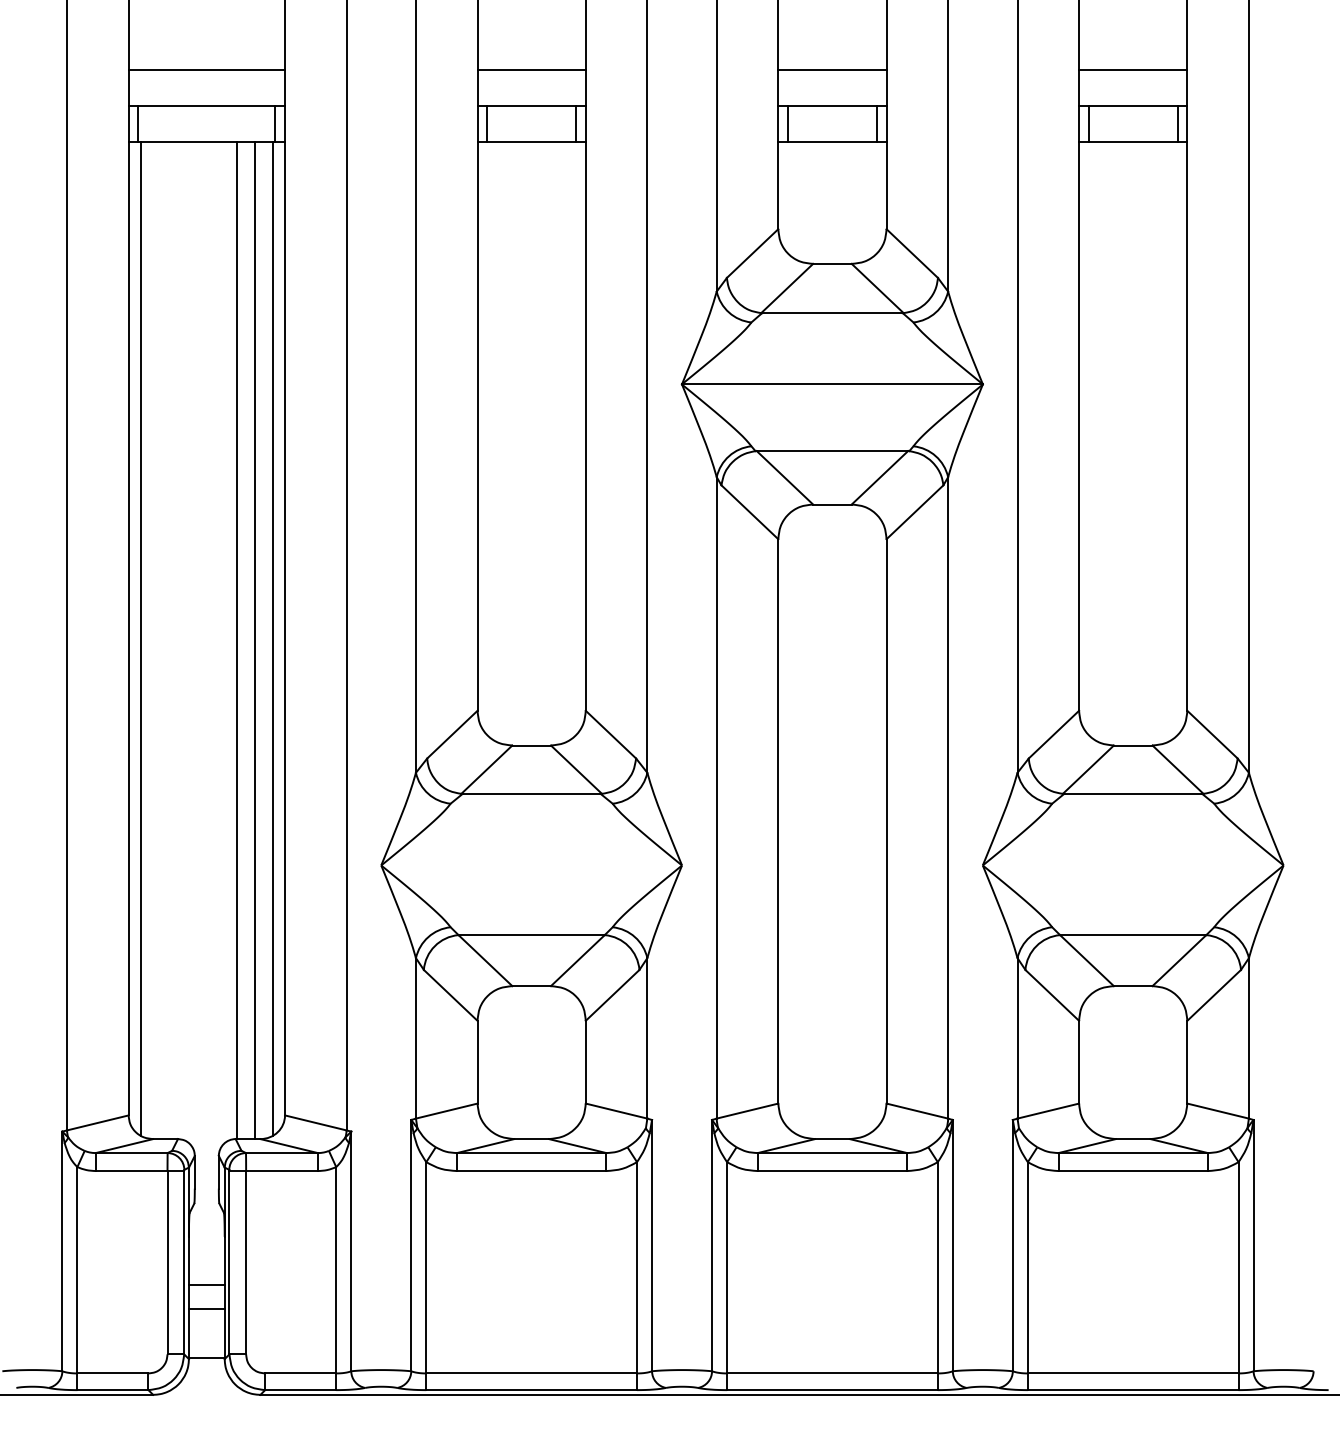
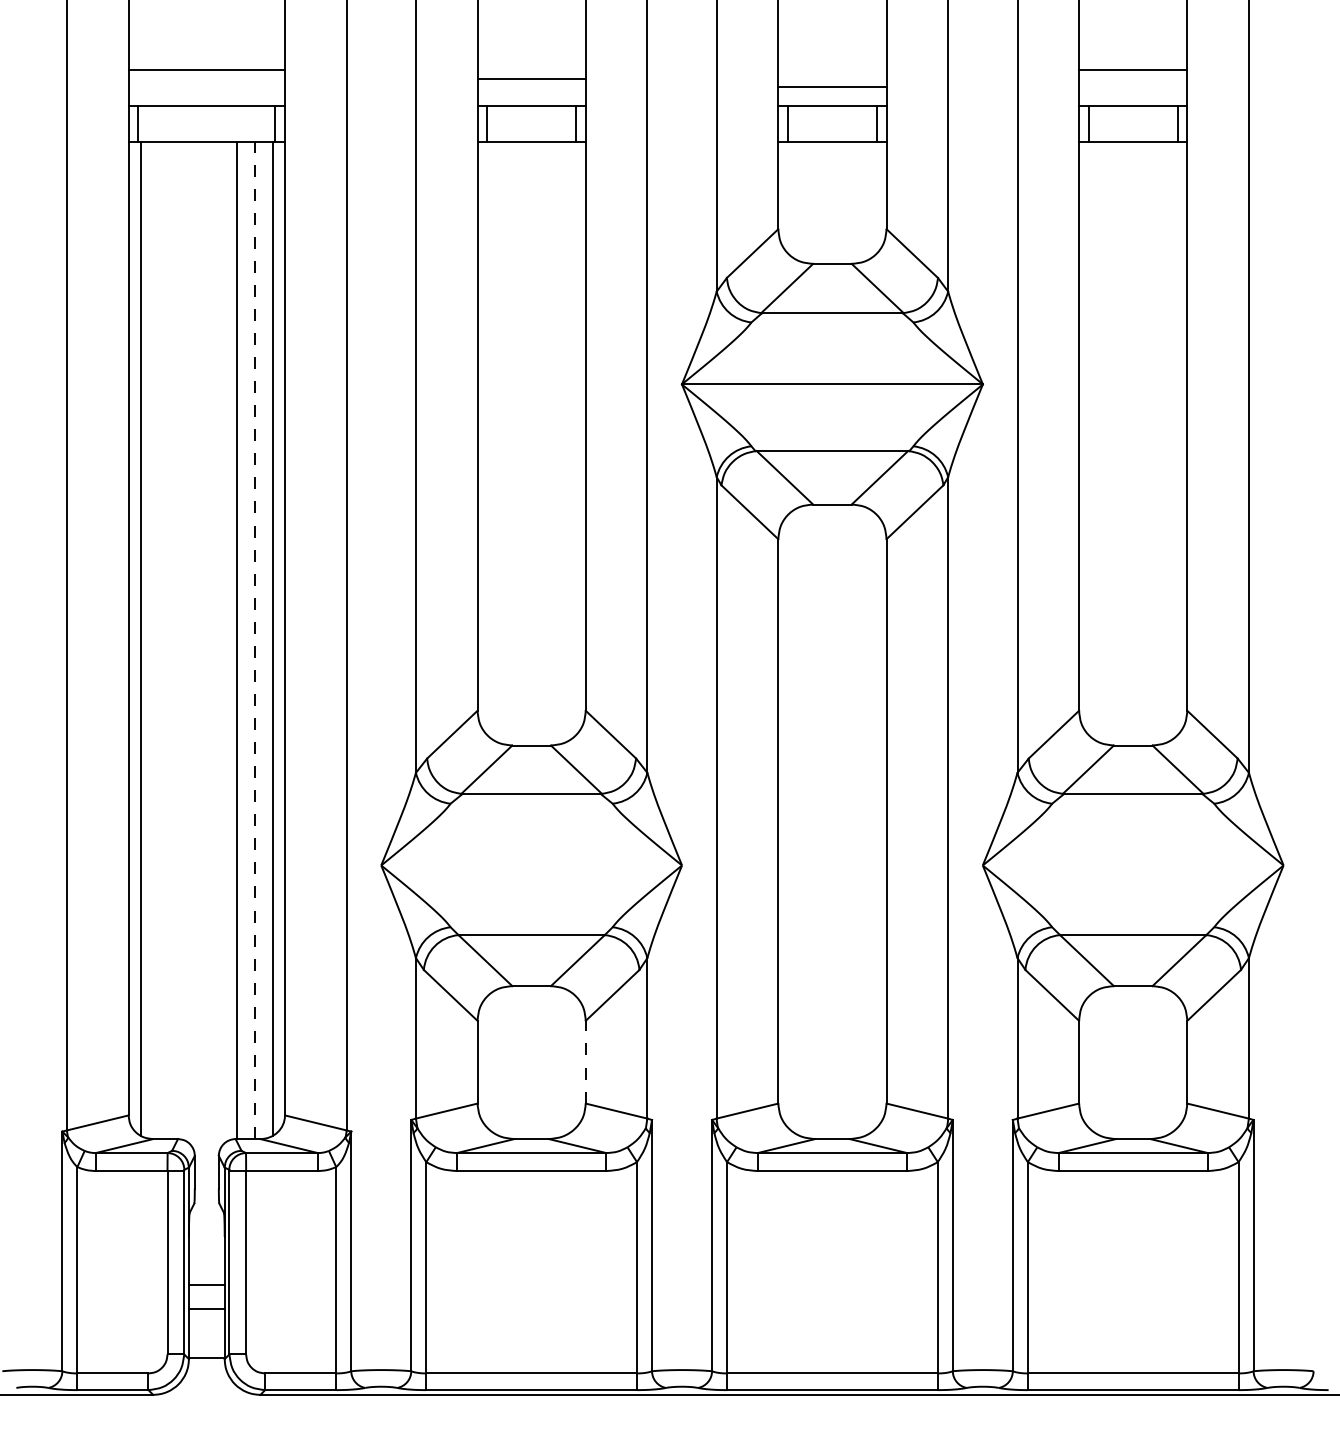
line at (531, 70) position: (531, 70) -> (531, 79)
line at (832, 70) position: (832, 70) -> (832, 87)
line at (254, 640): solid -> dashed
line at (585, 1061): solid -> dashed
